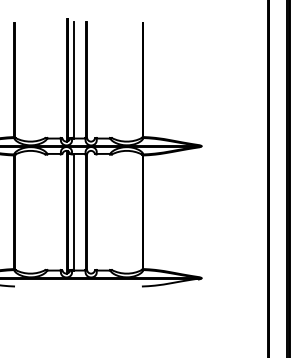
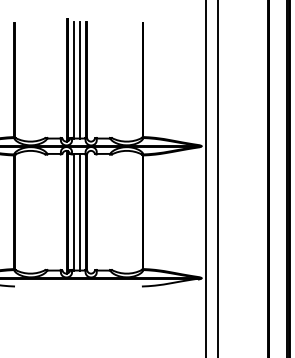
line at (79, 79): none -> present
line at (206, 178): none -> present
line at (217, 178): none -> present
line at (79, 211): none -> present
